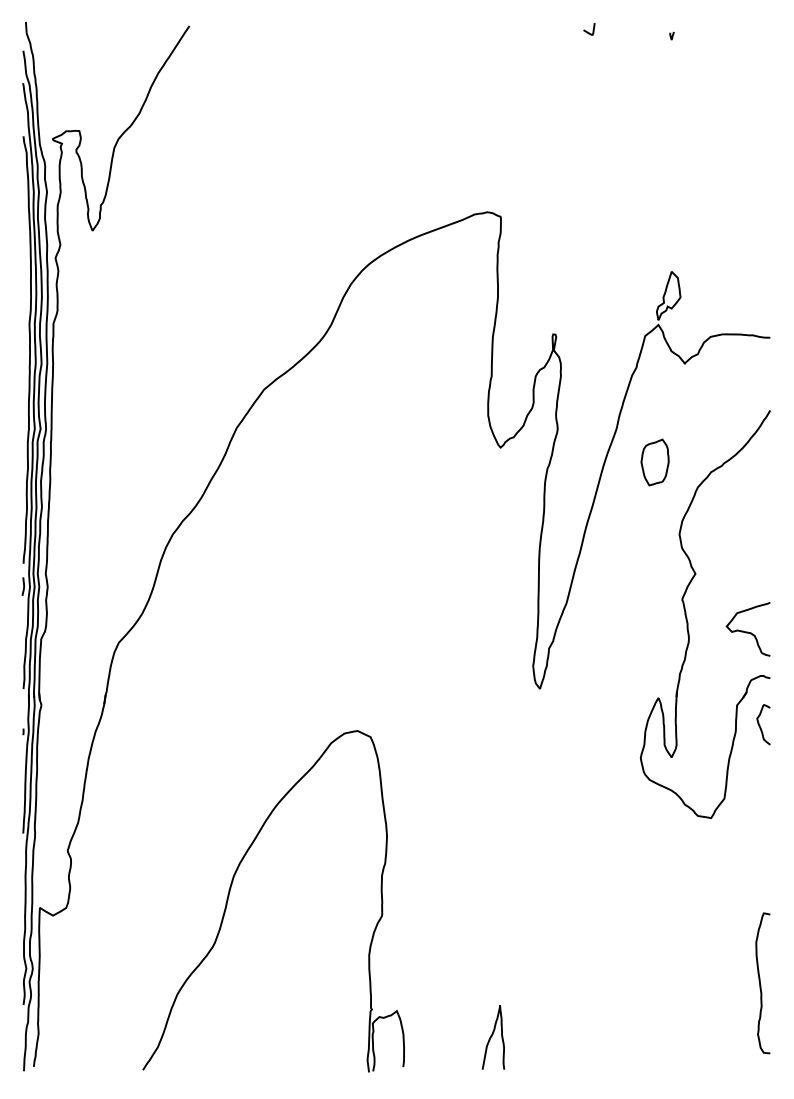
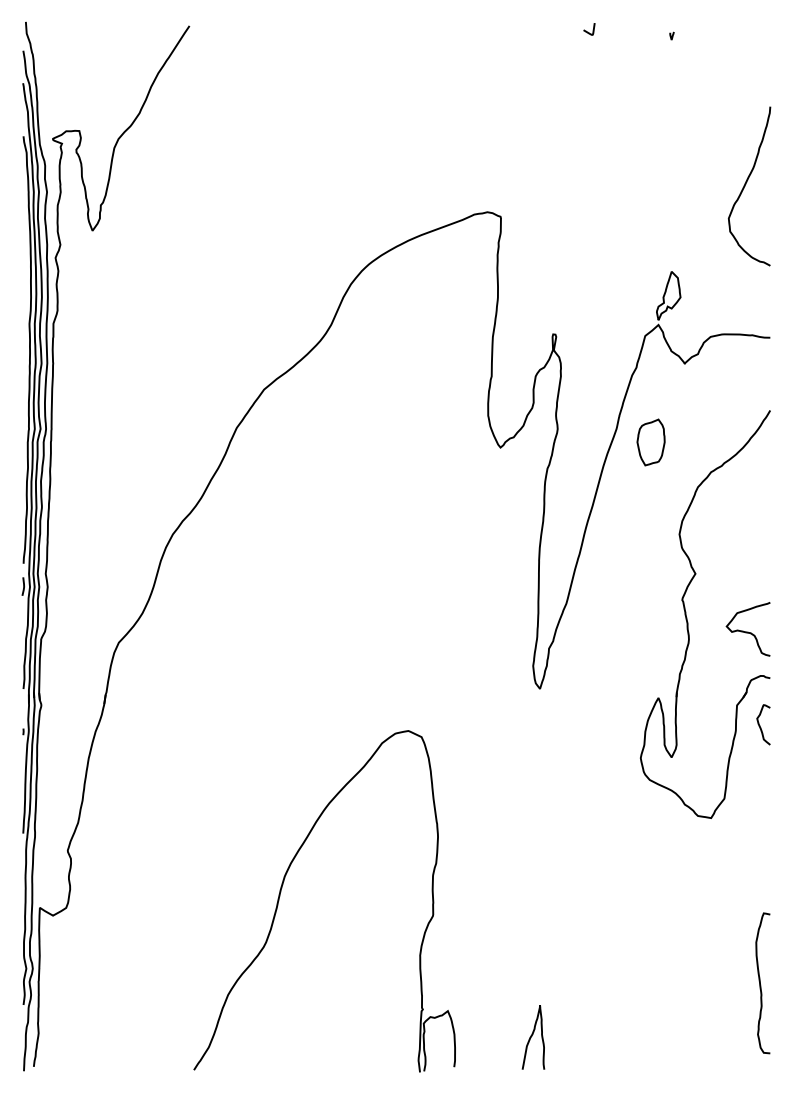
curve at (746, 184): none -> present
part at (654, 462) position: (654, 462) -> (650, 442)
part at (230, 892) position: (230, 892) -> (281, 892)
curve at (492, 1036) position: (492, 1036) -> (532, 1036)
